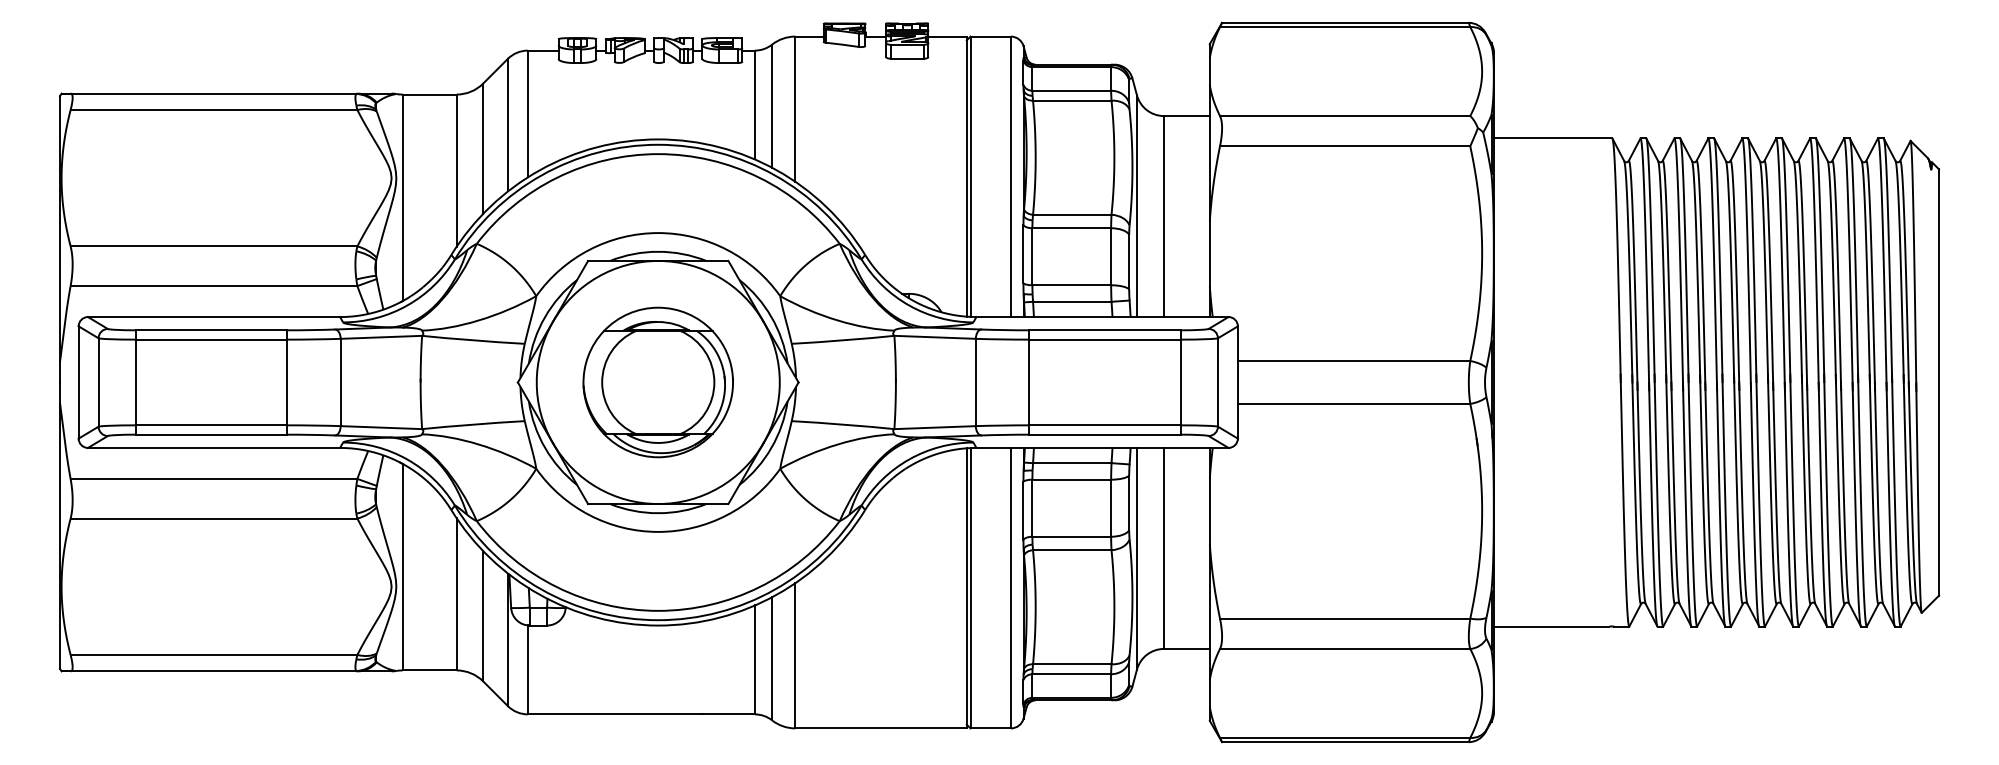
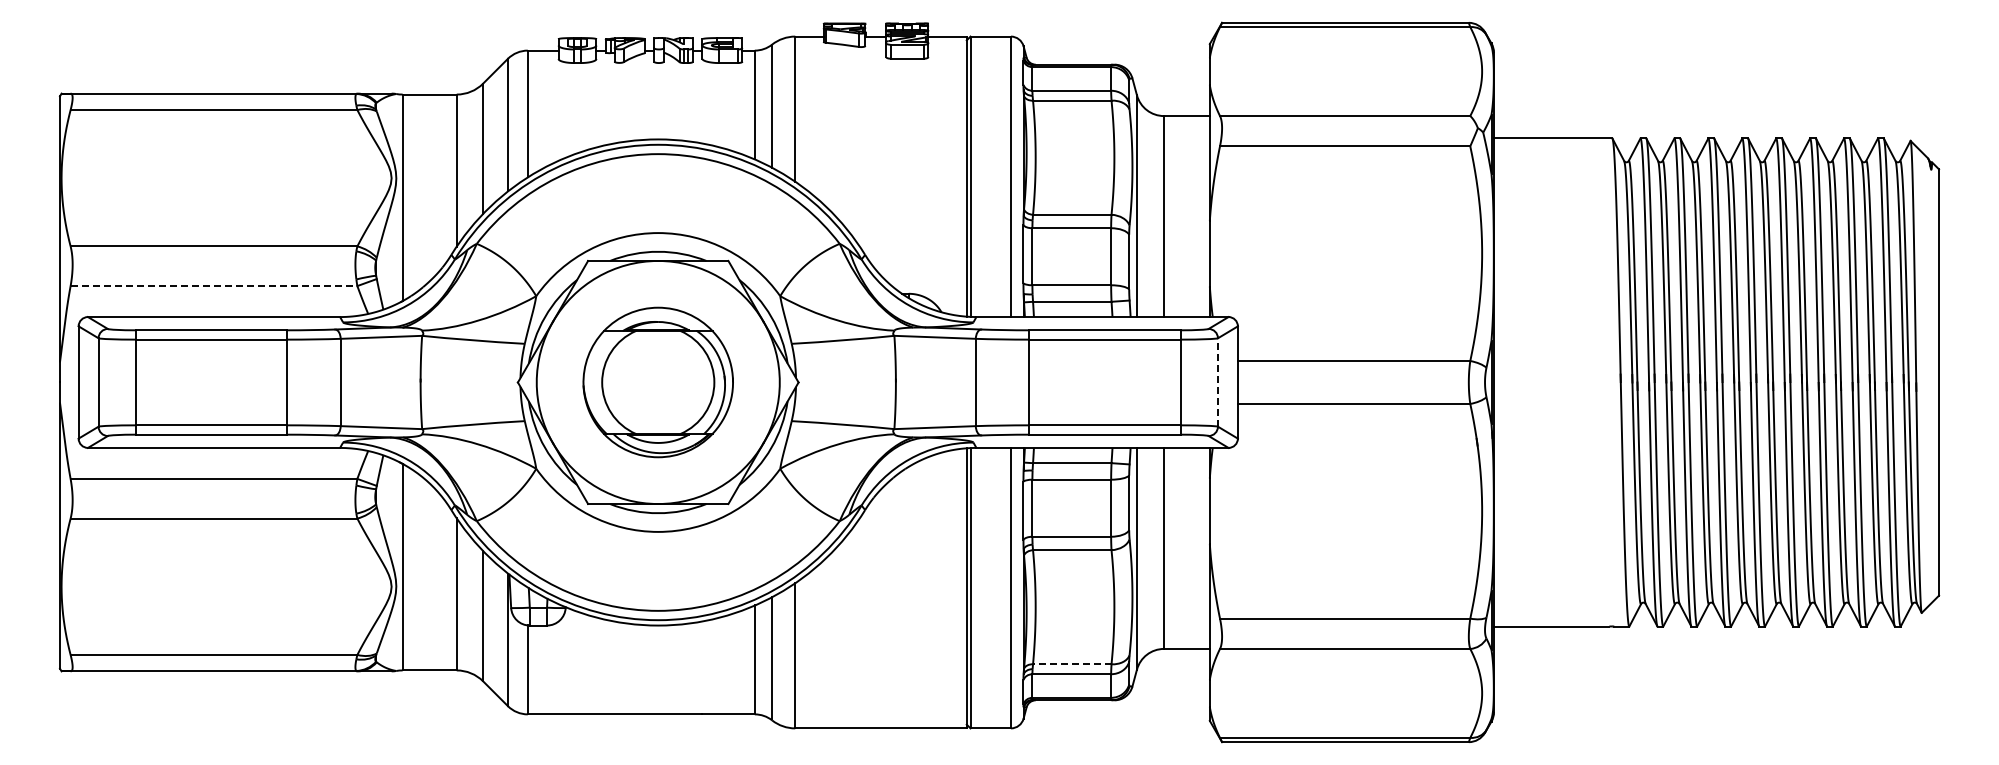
line at (214, 286): solid -> dashed
line at (1217, 381): solid -> dashed
line at (1071, 664): solid -> dashed
